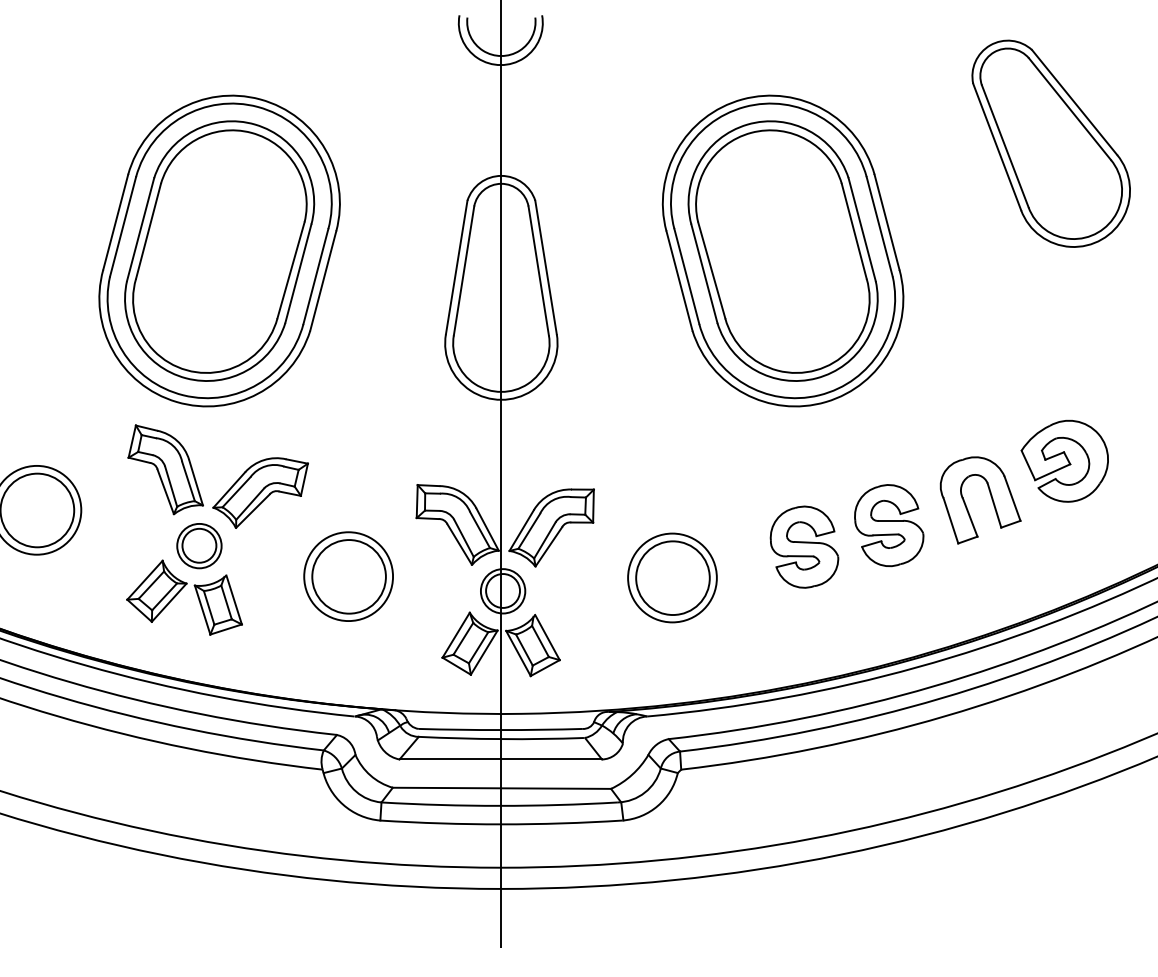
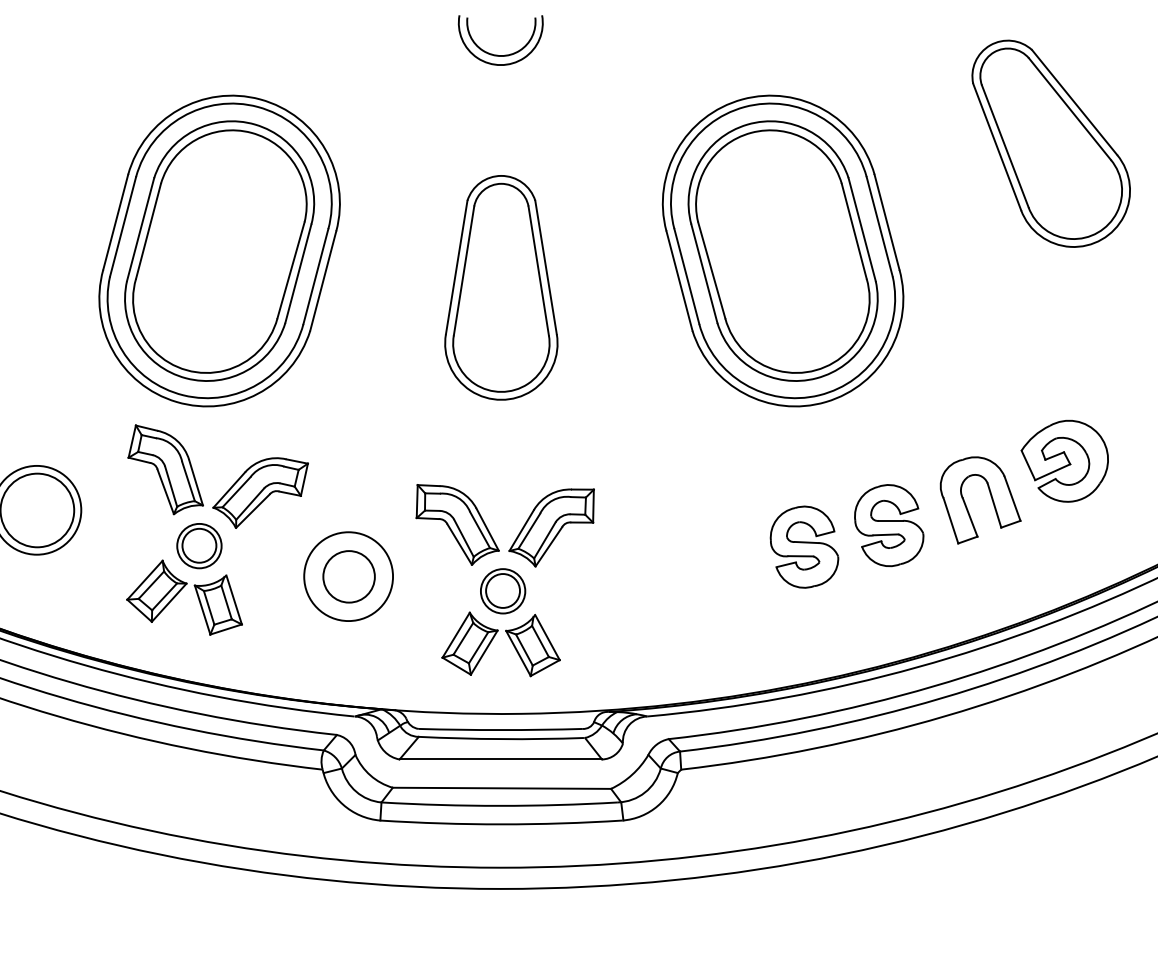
line at (501, 474): present -> none
circle at (348, 576) diameter: 74 px -> 52 px
part at (672, 577): present -> none
